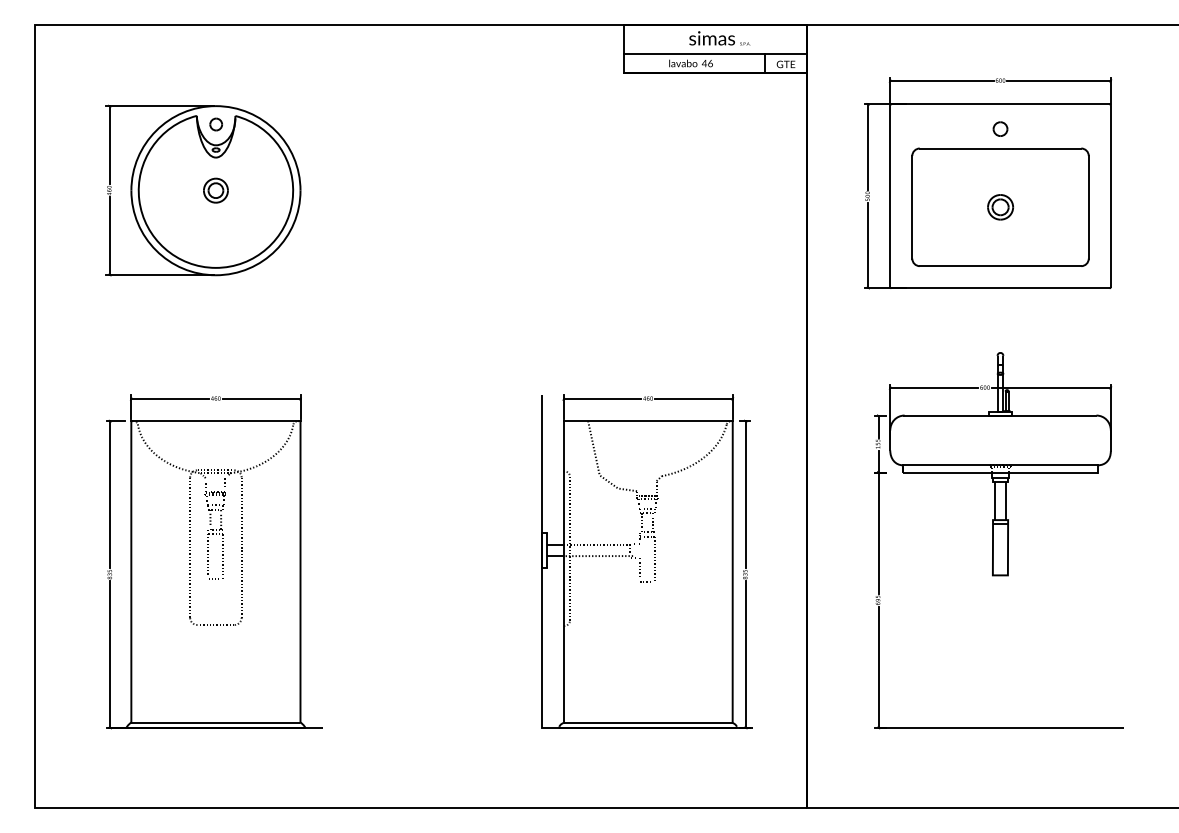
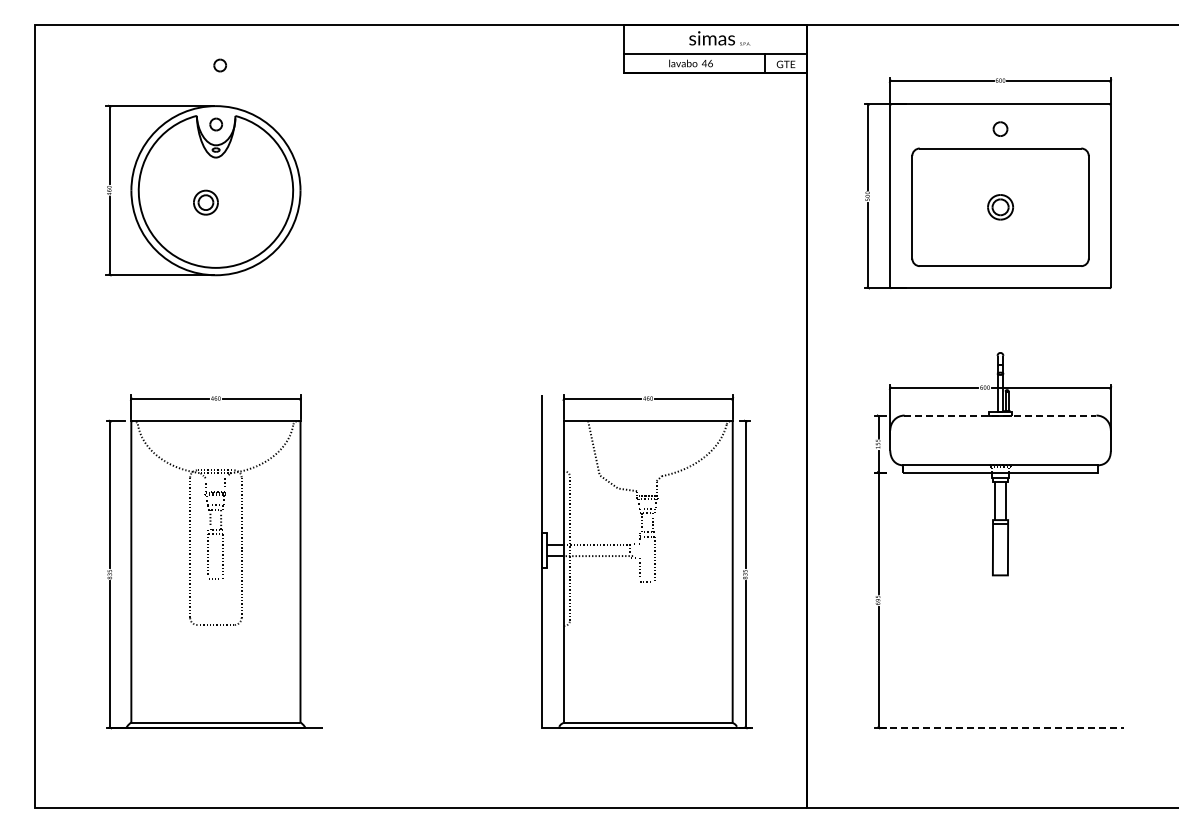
part at (219, 65): none -> present
part at (215, 190) position: (215, 190) -> (205, 202)
line at (1000, 415): solid -> dashed
line at (1002, 728): solid -> dashed
